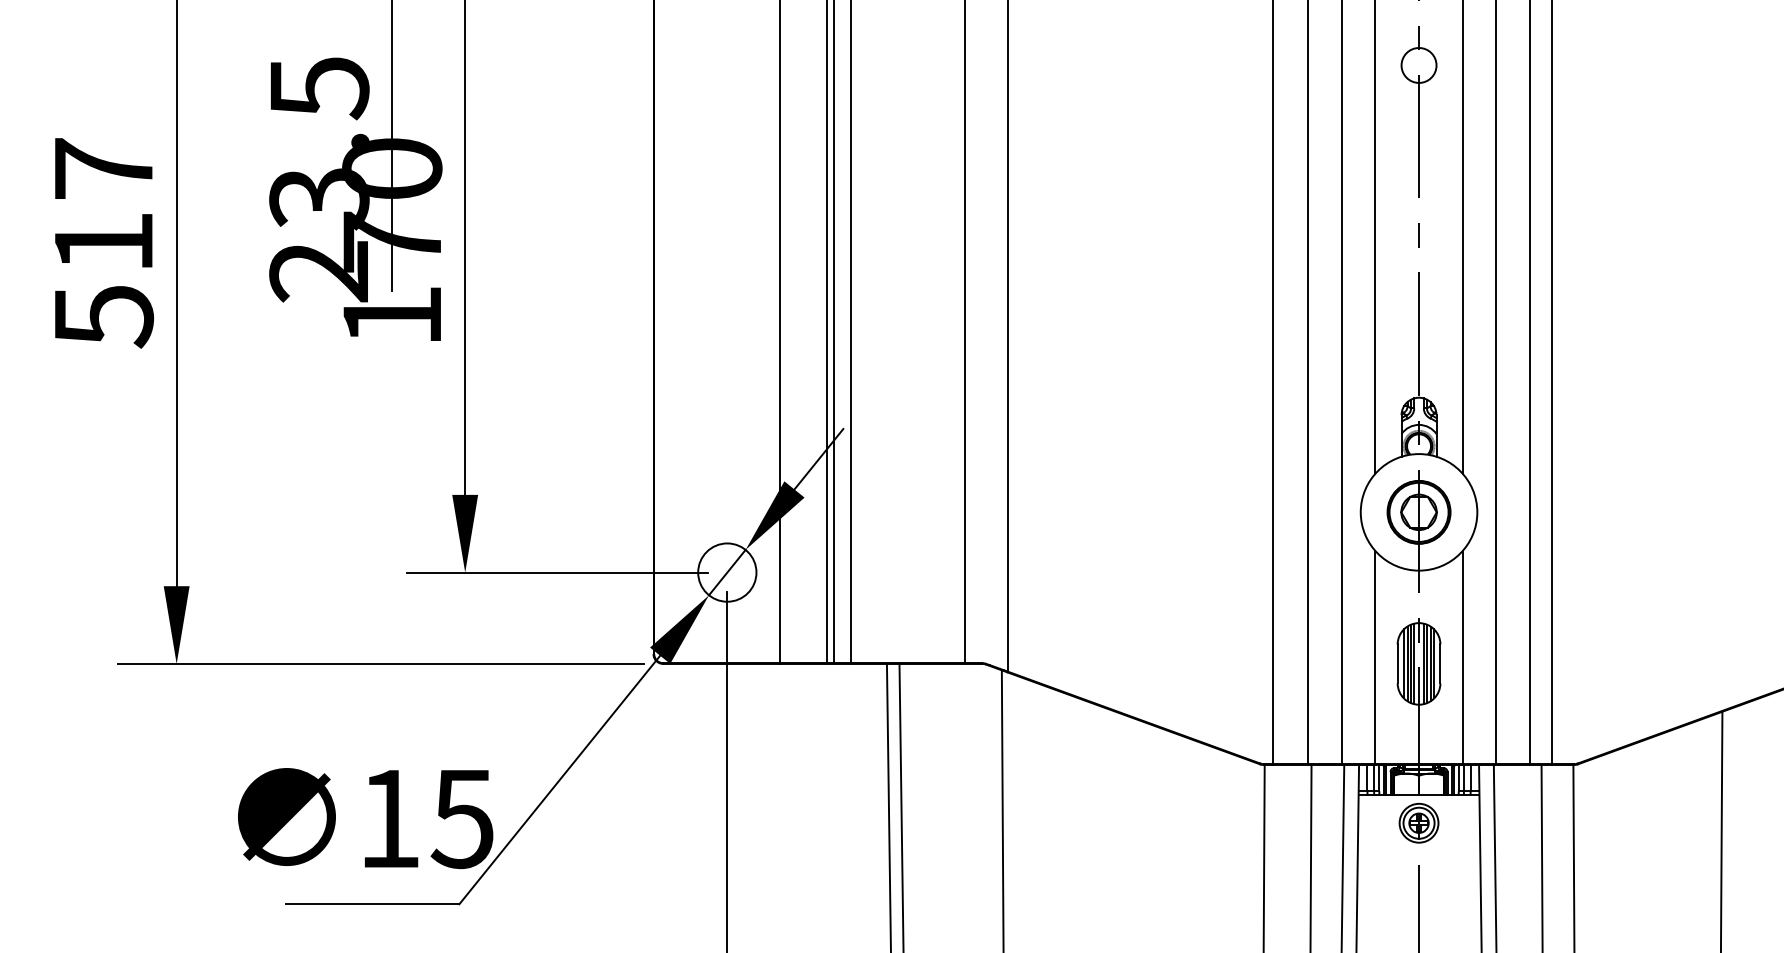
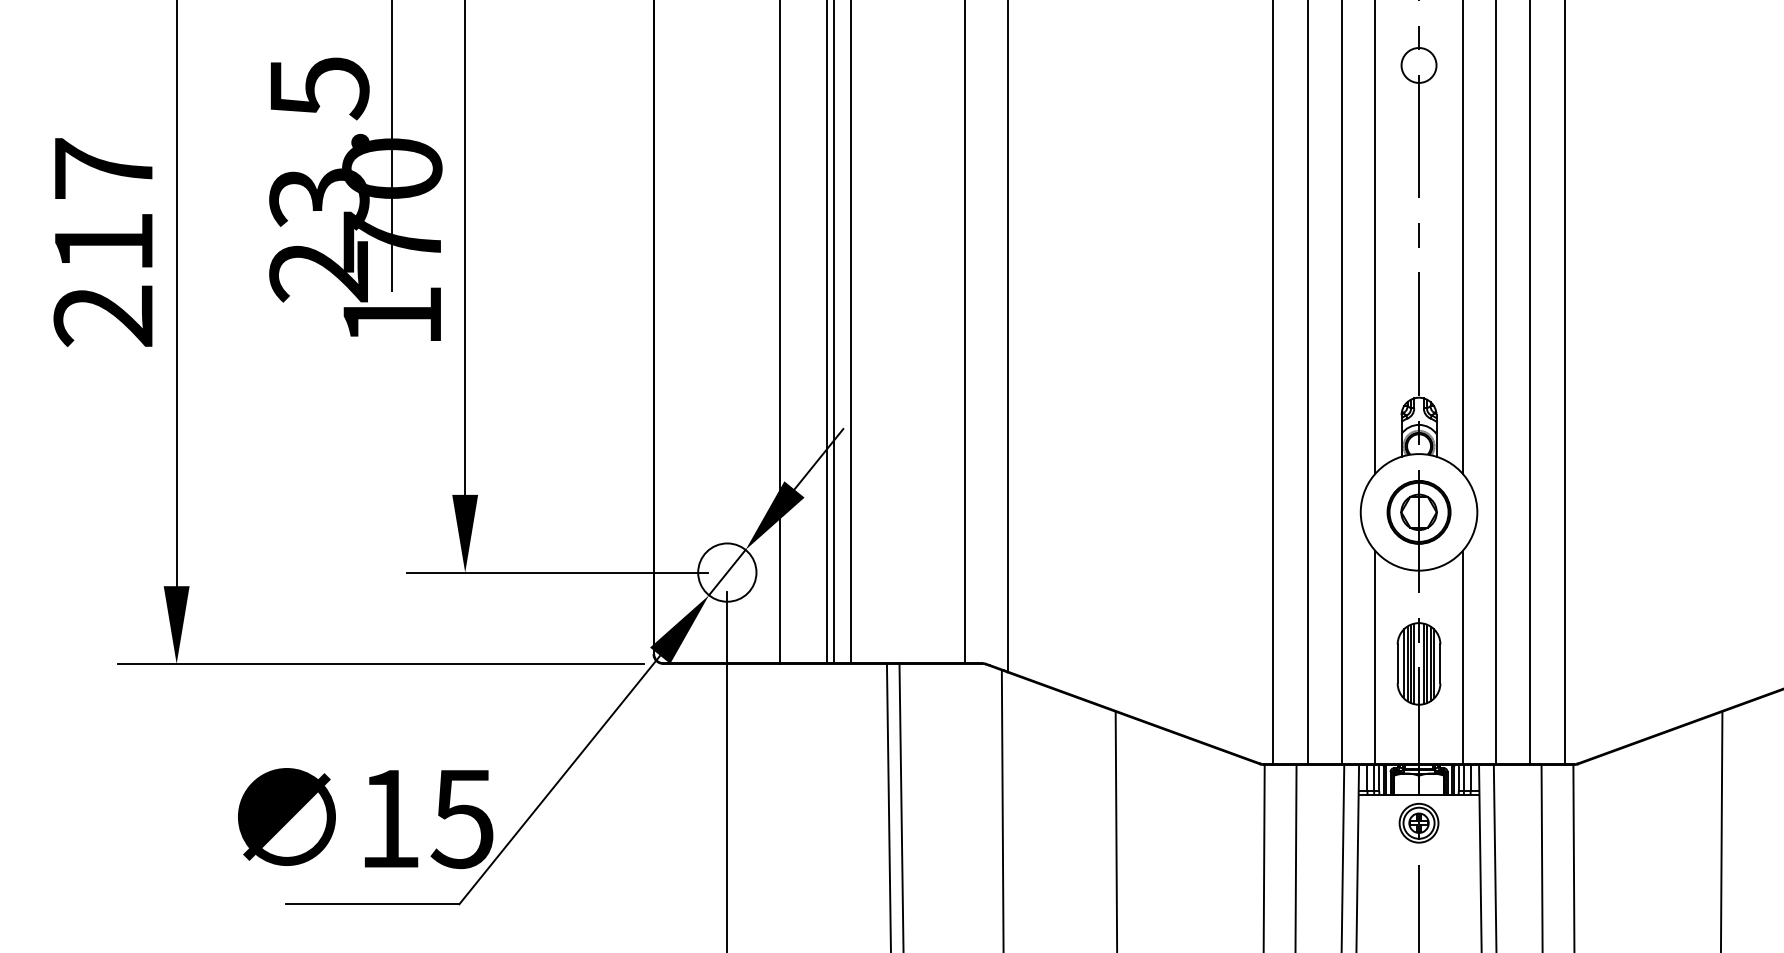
text at (103, 316): 517 -> 217
line at (1552, 383) position: (1552, 383) -> (1565, 383)
line at (1116, 830): none -> present
line at (1310, 856) position: (1310, 856) -> (1295, 856)
